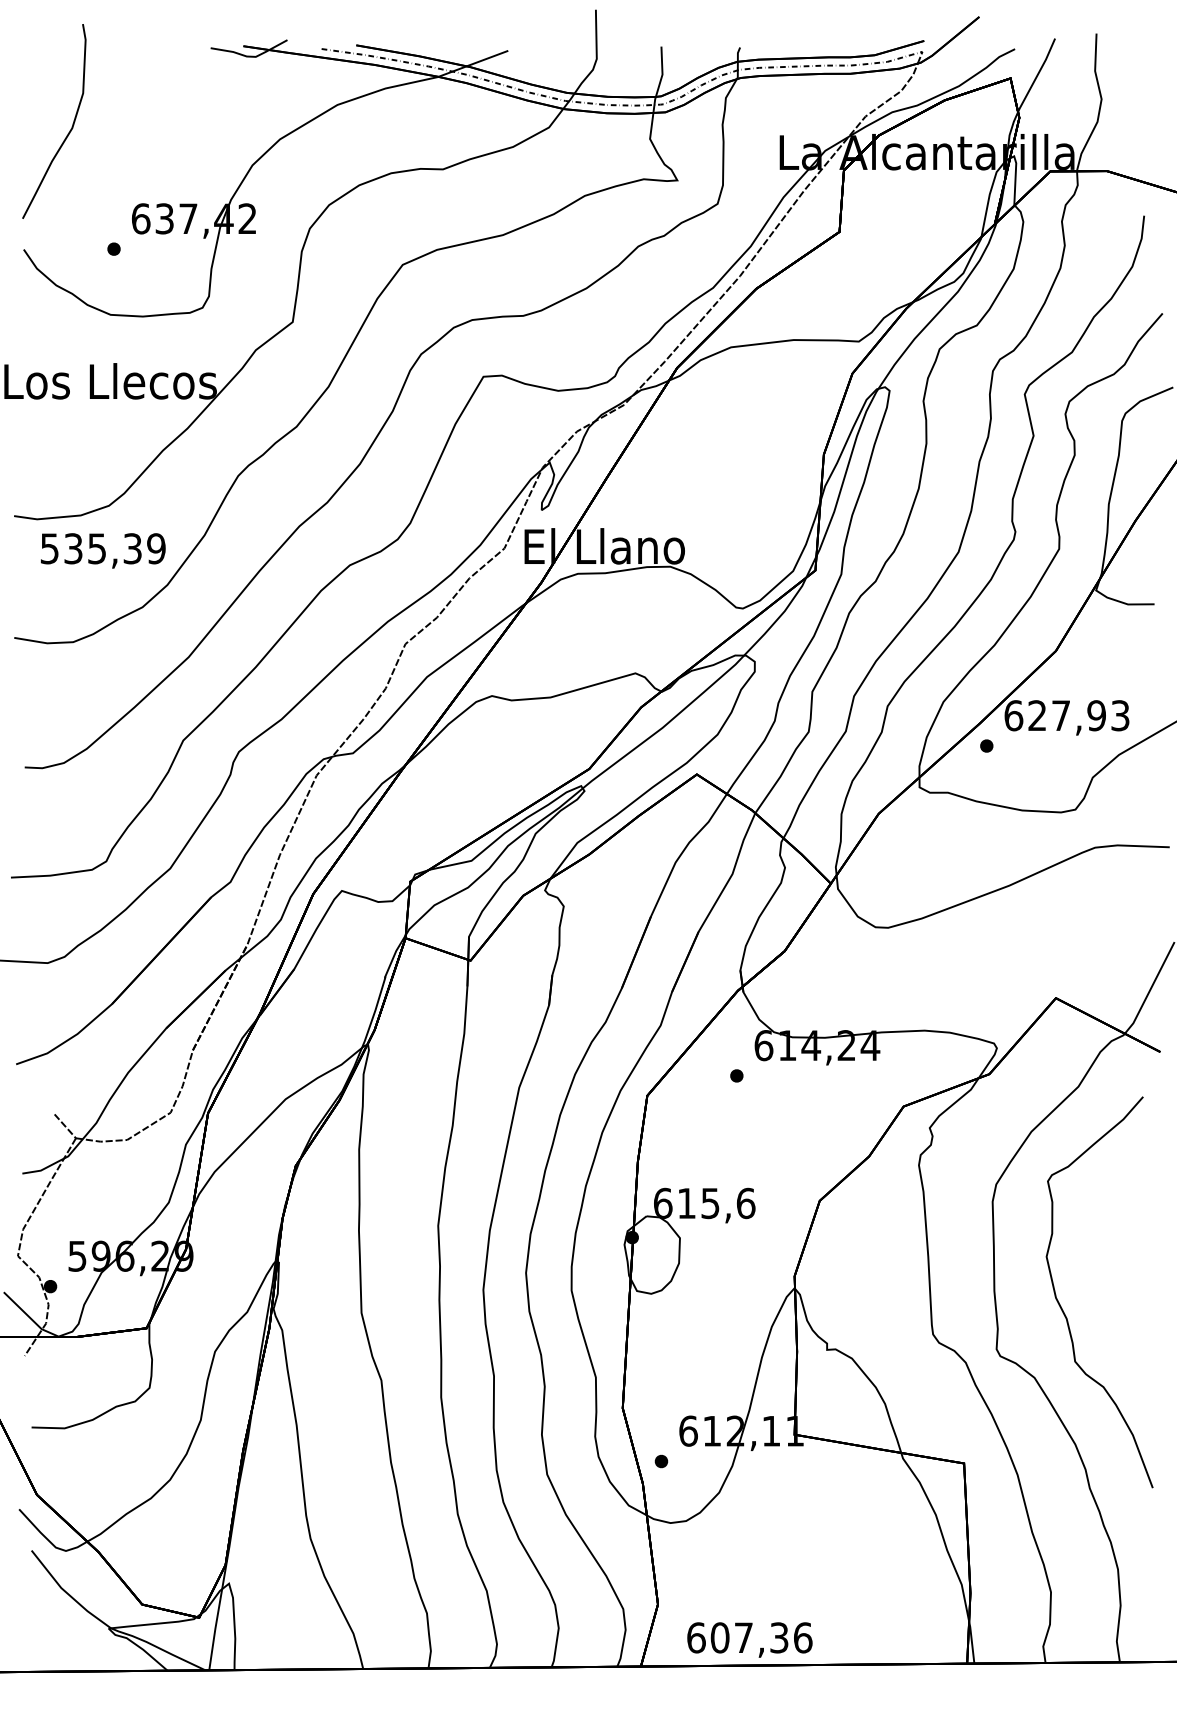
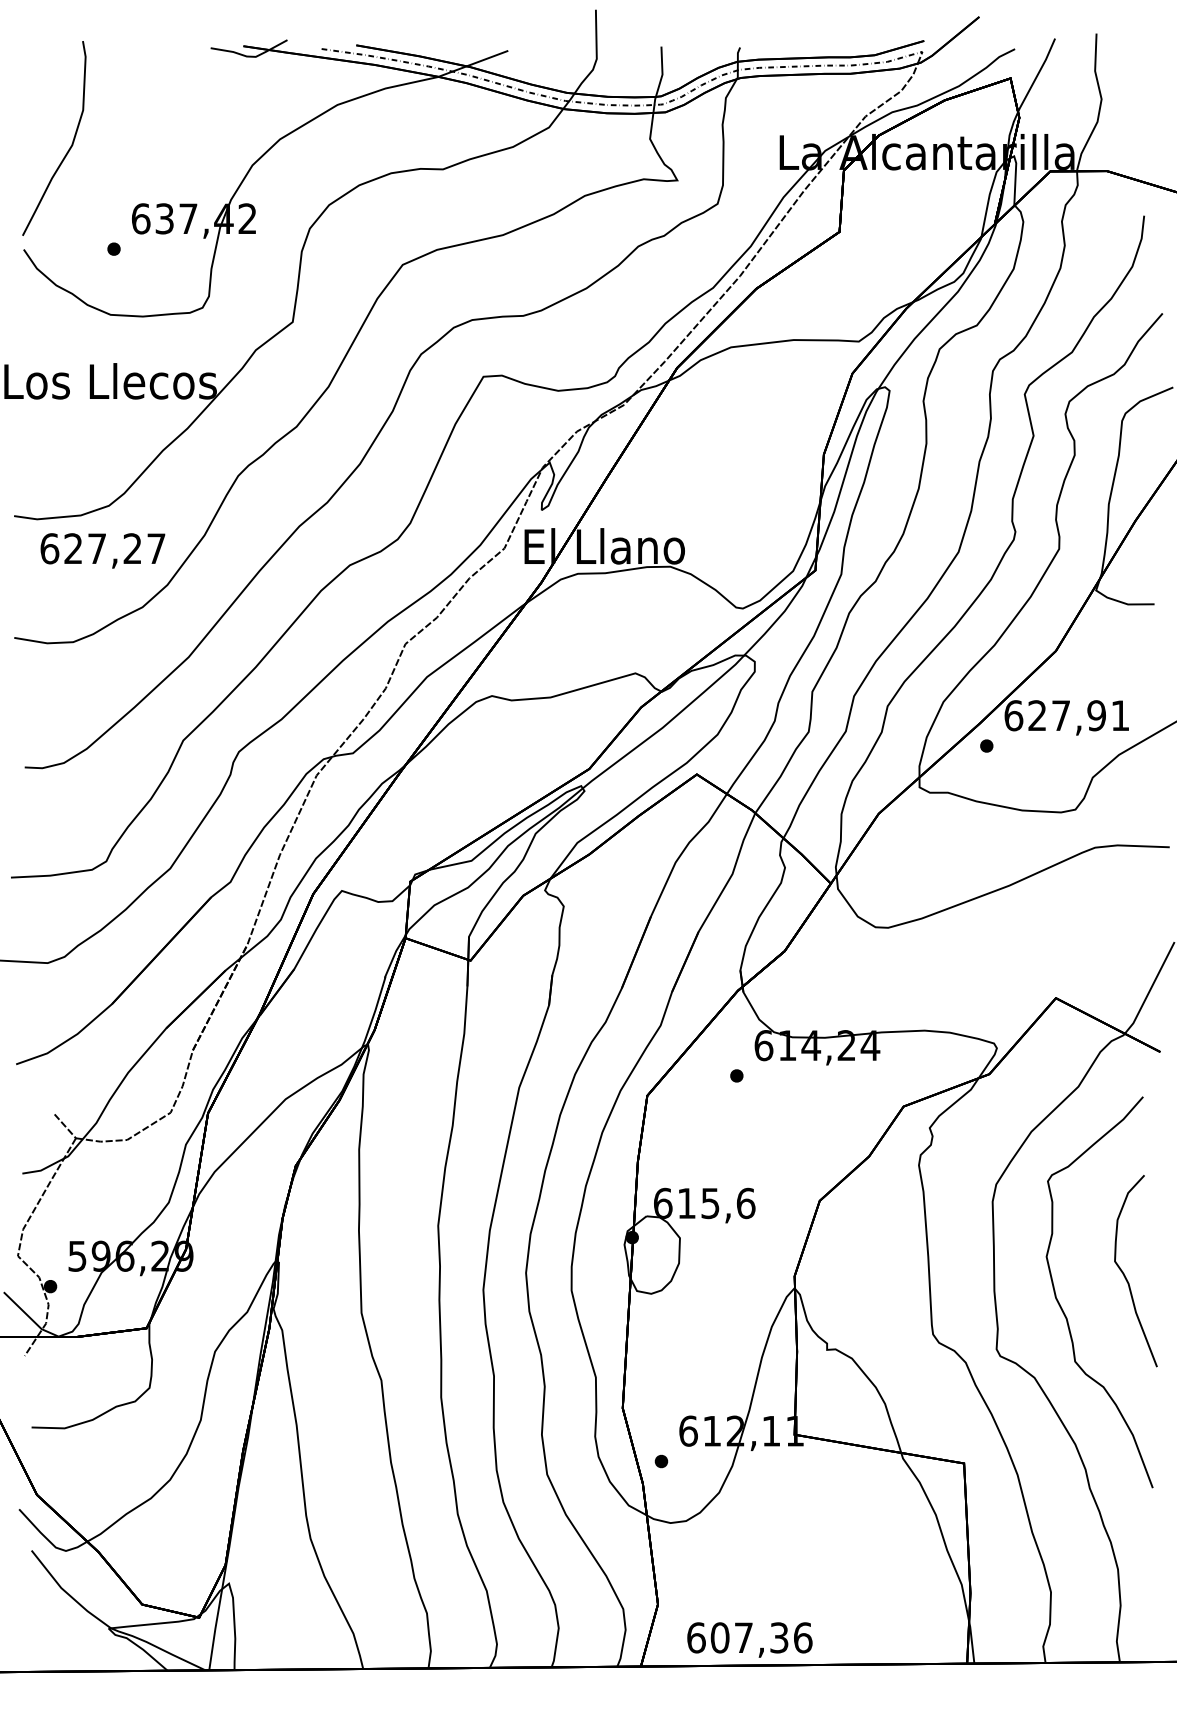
curve at (69, 130) position: (69, 130) -> (69, 147)
text at (102, 548): 535,39 -> 627,27
text at (1120, 715): 627,93 -> 627,91
curve at (1125, 1275): none -> present
